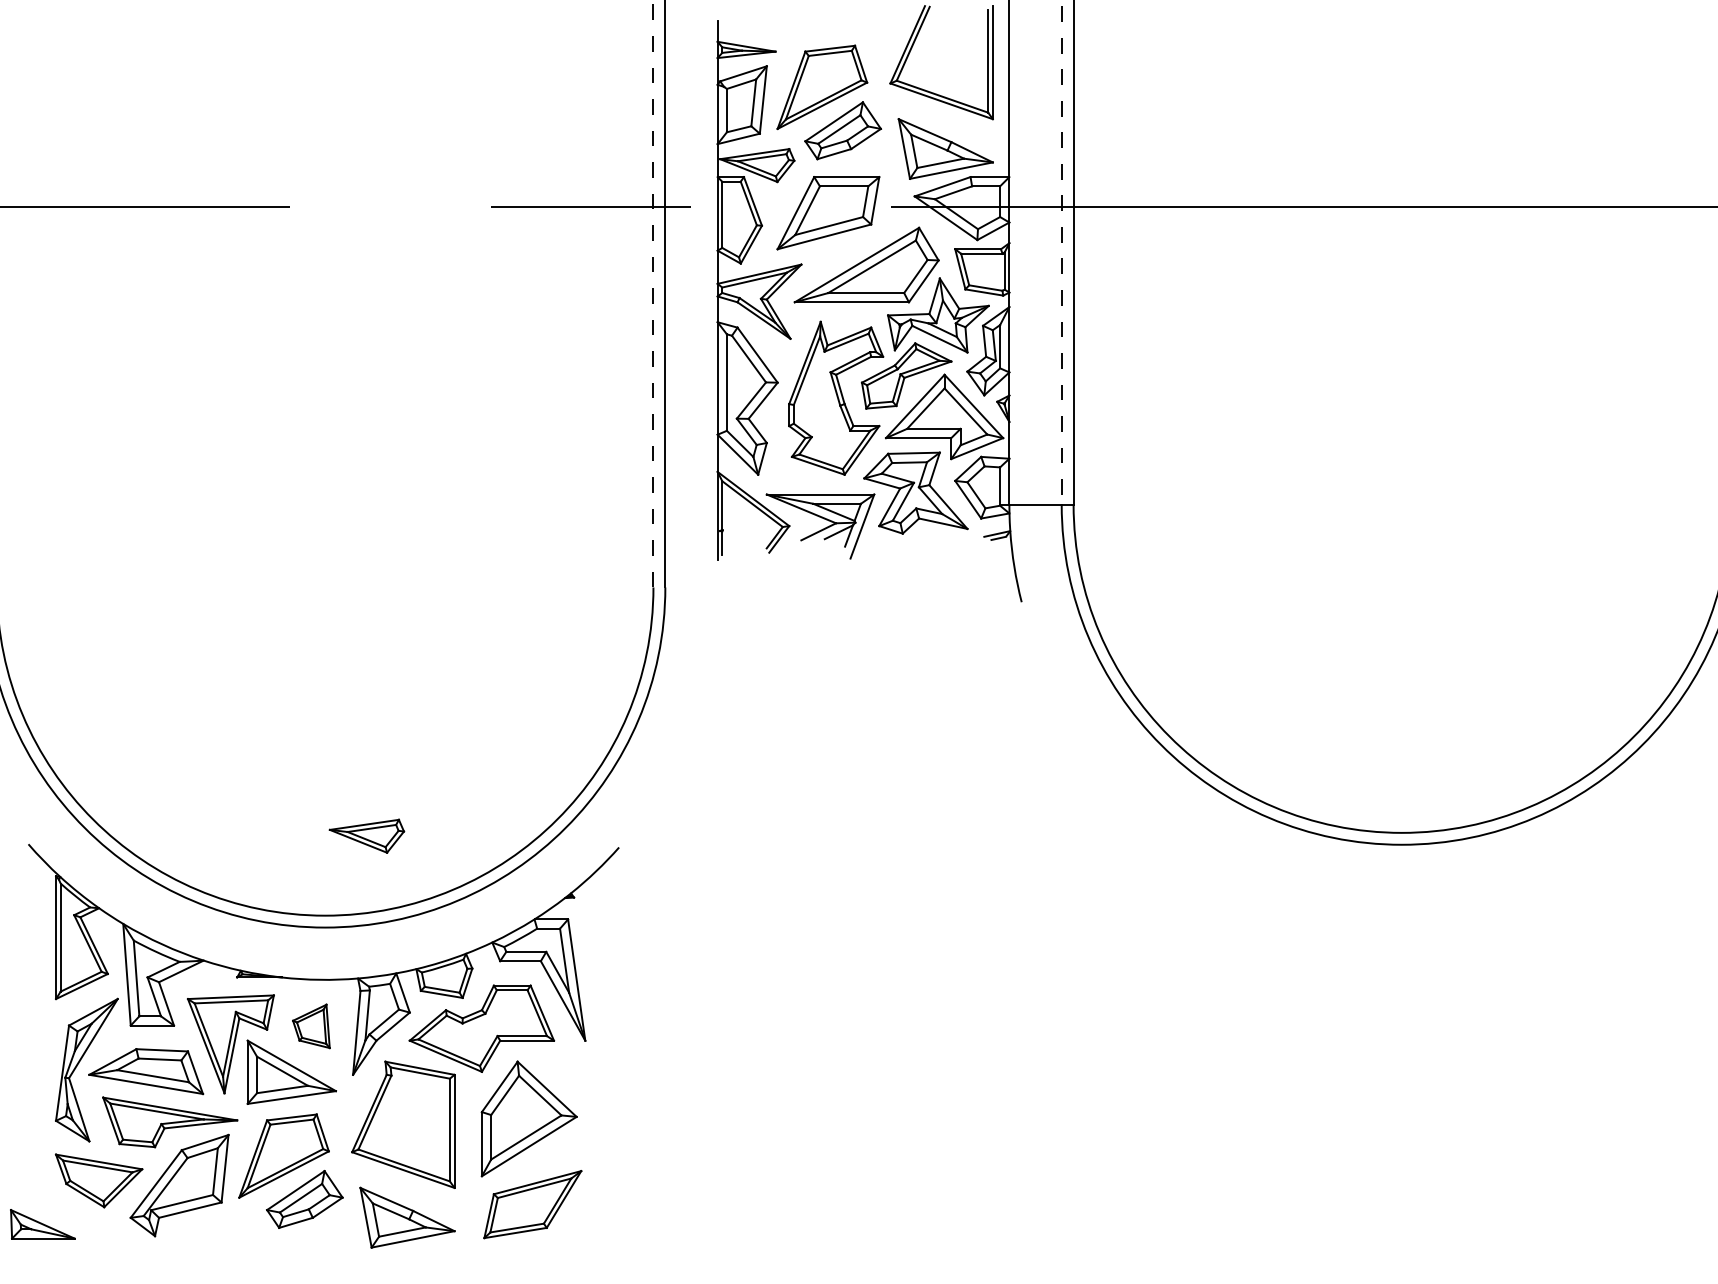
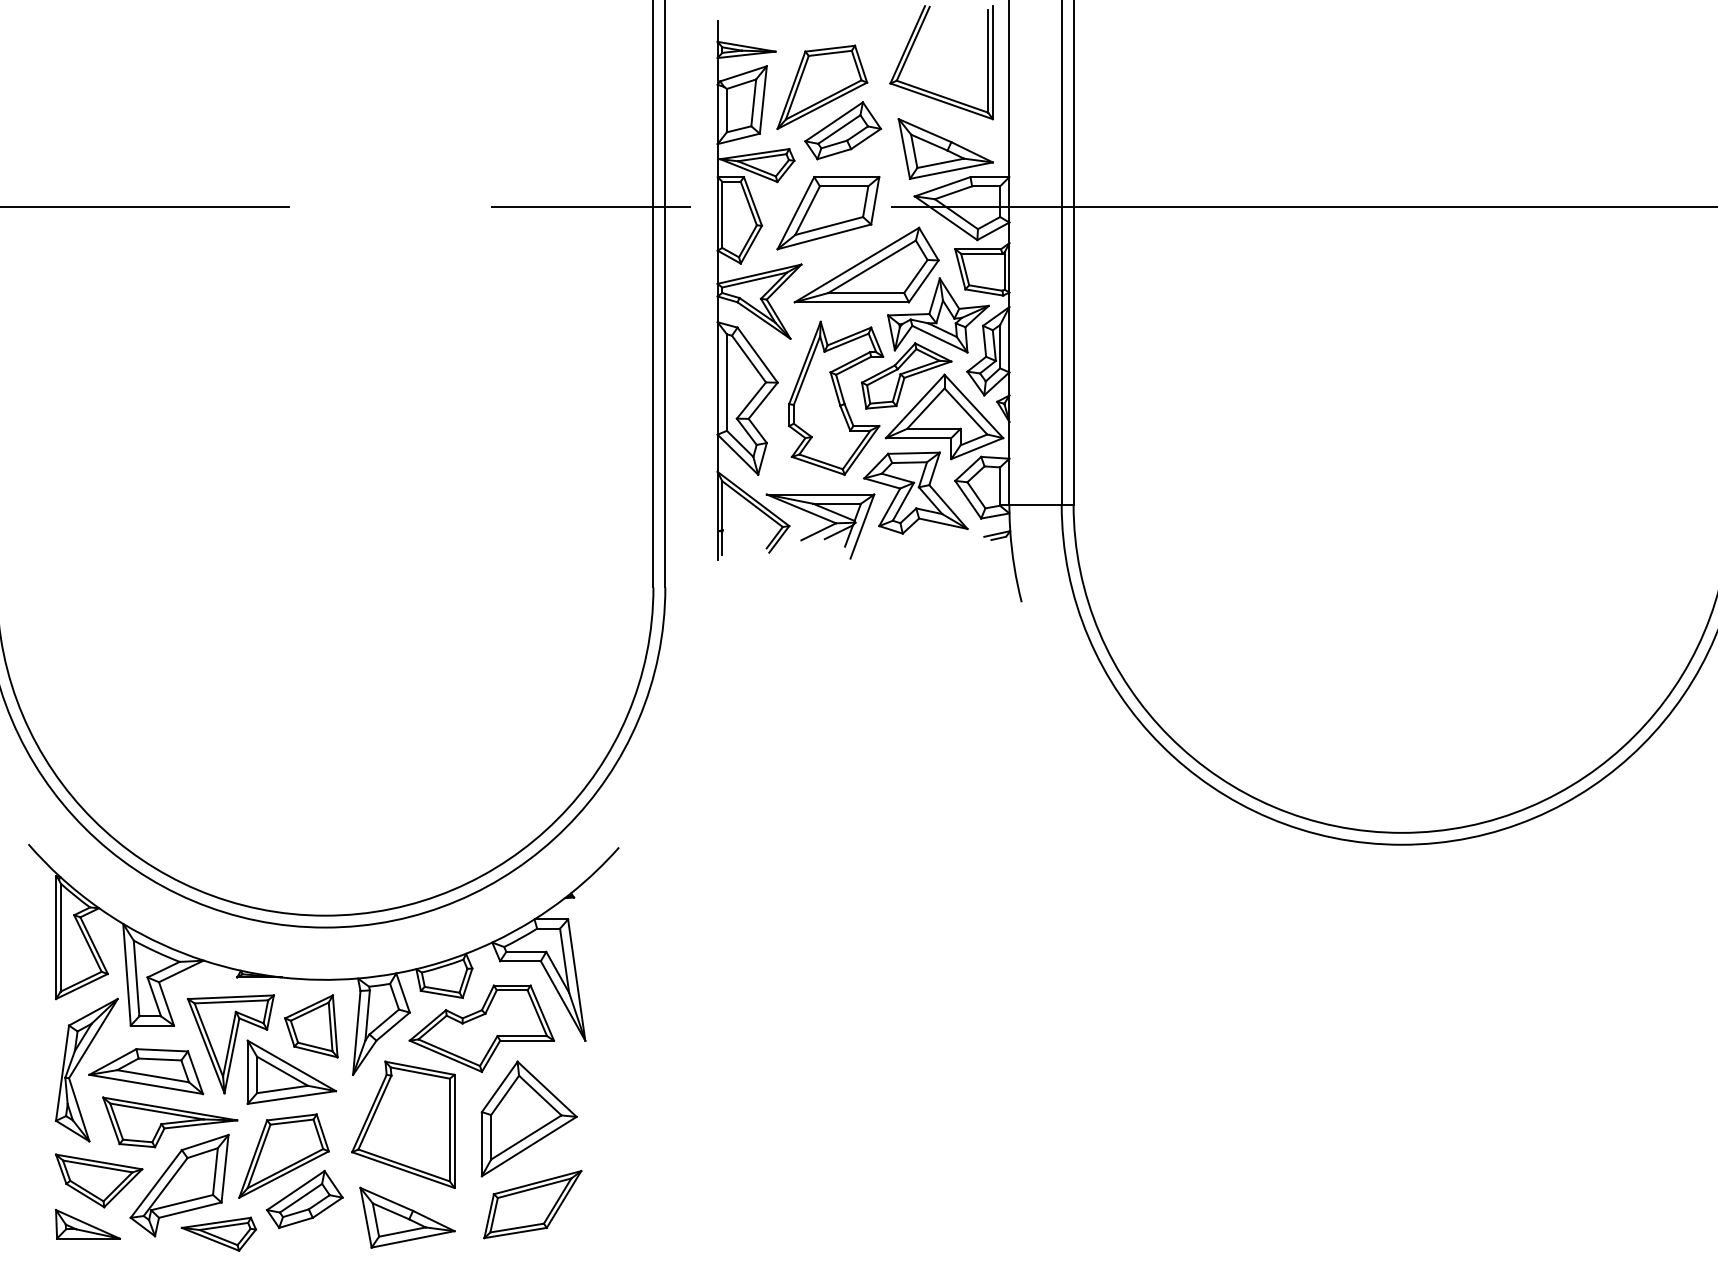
line at (1061, 252): dashed -> solid
line at (653, 293): dashed -> solid
part at (366, 835) position: (366, 835) -> (218, 1233)
part at (311, 1026) size: 39x47 px -> 55x65 px
part at (42, 1224) position: (42, 1224) -> (87, 1224)
